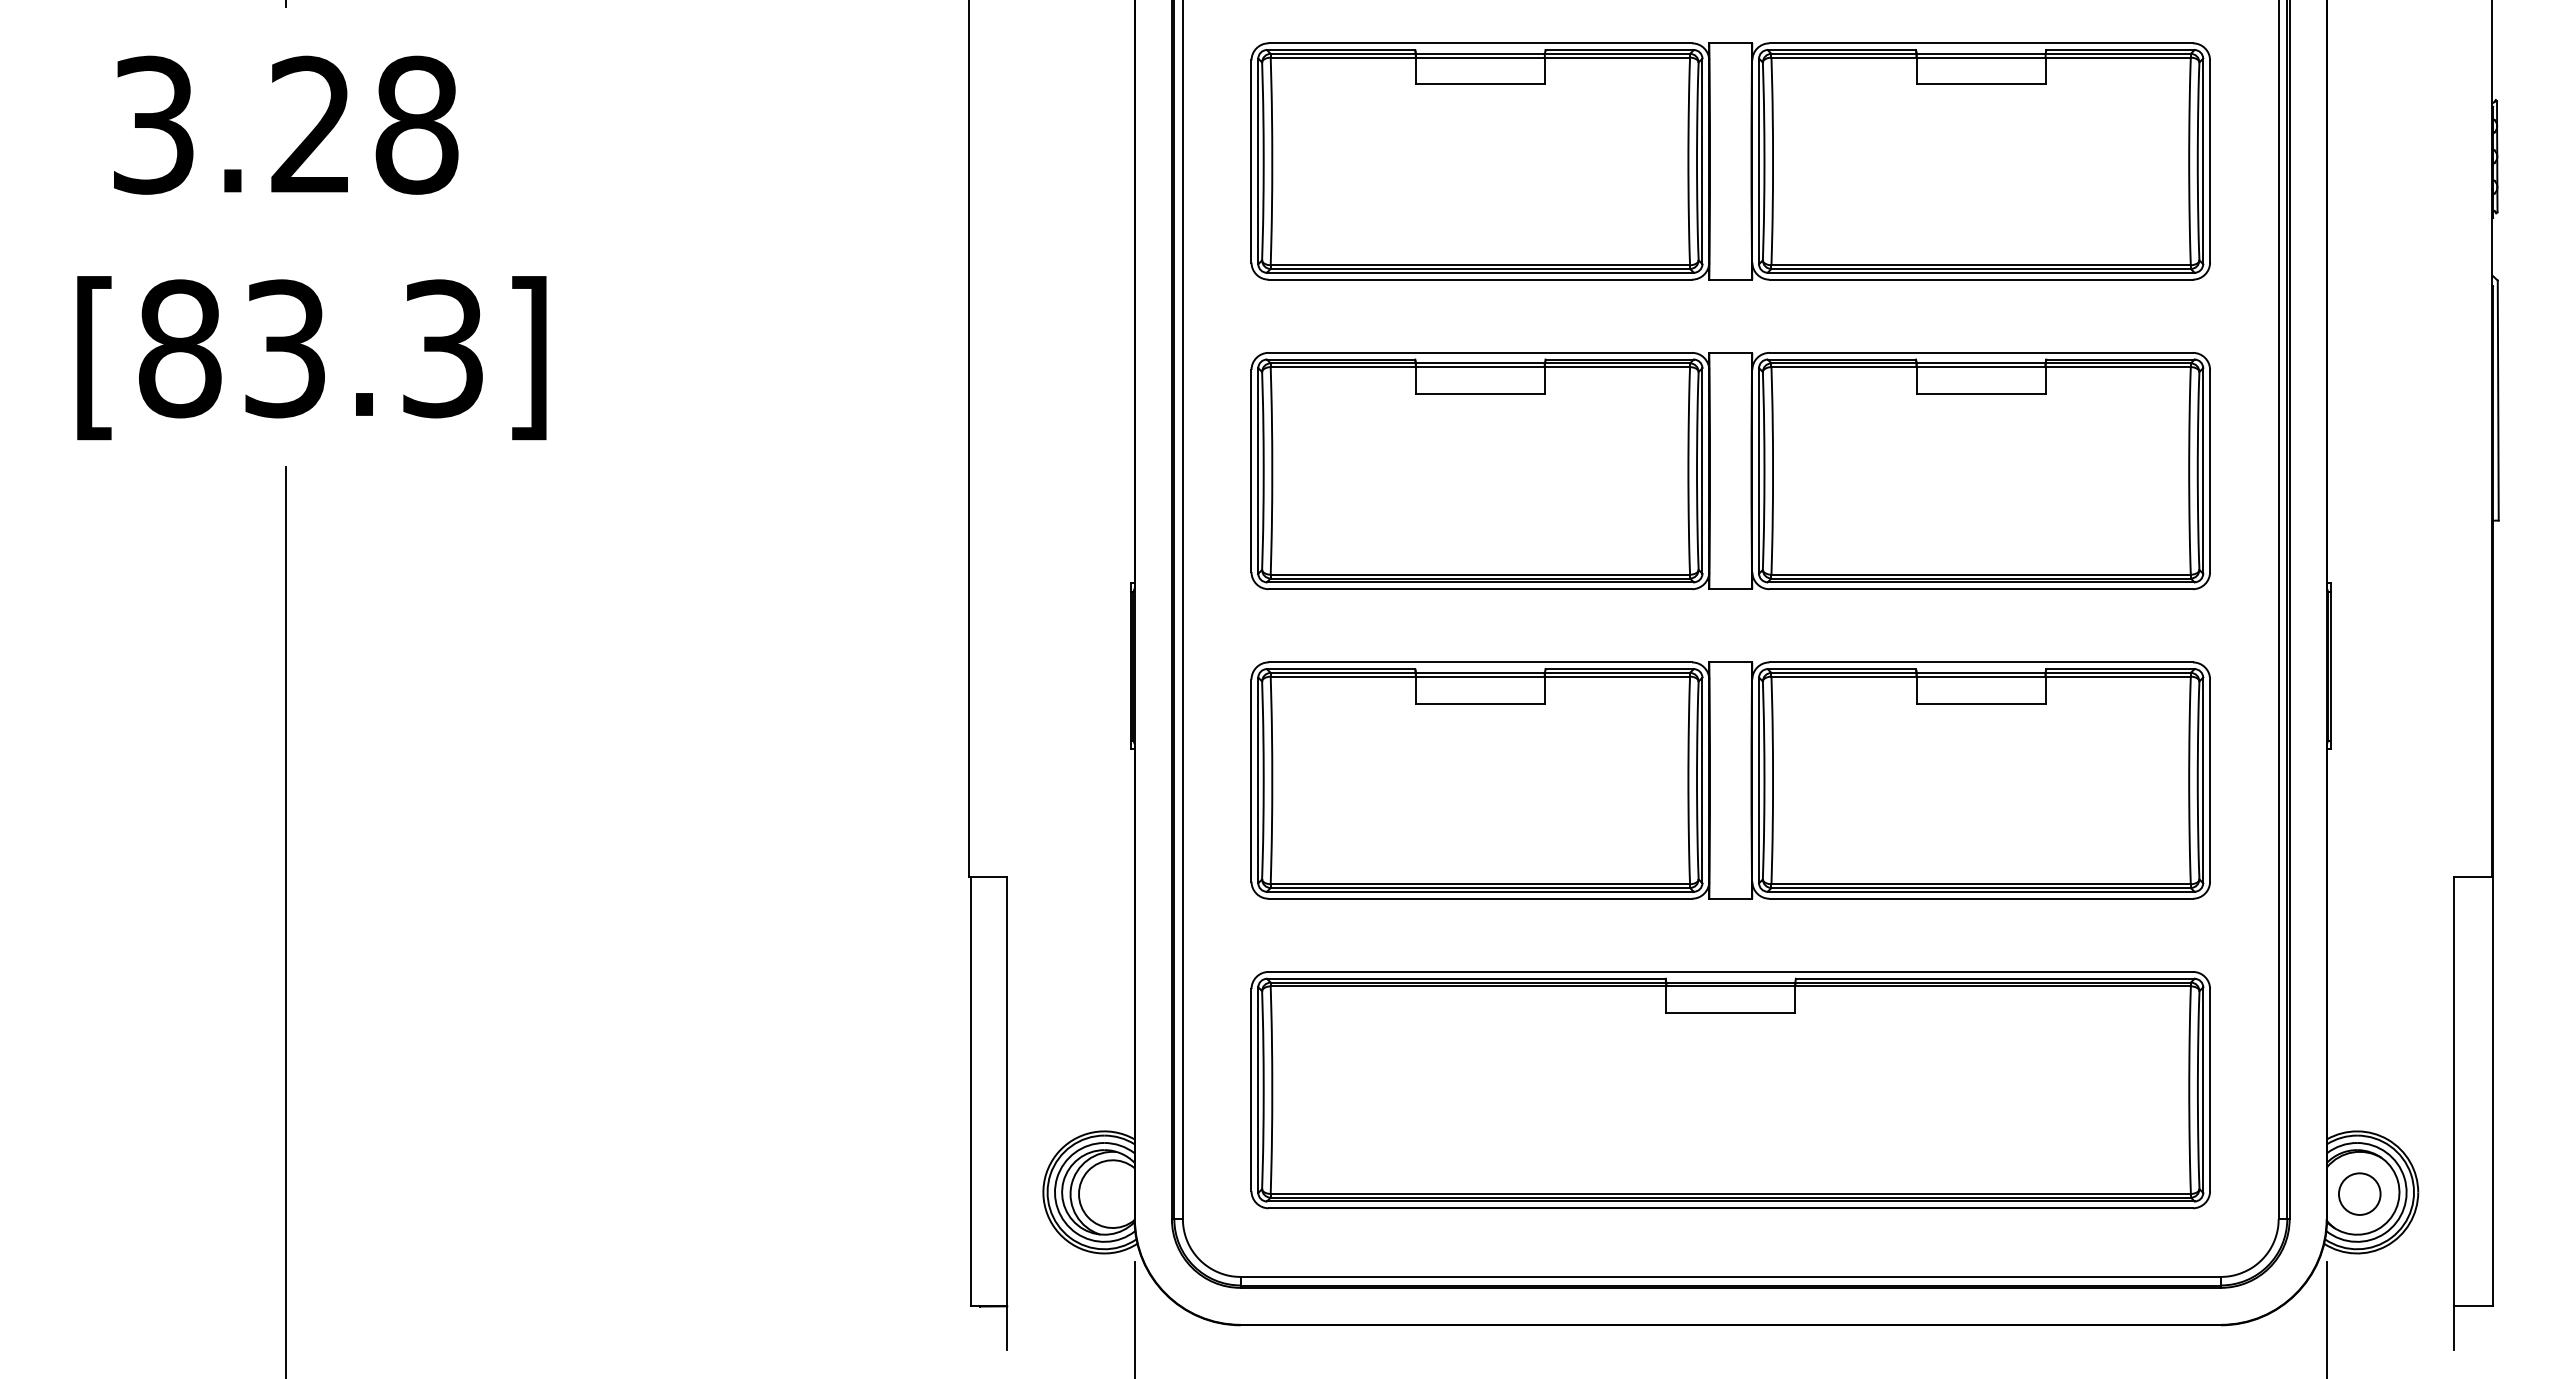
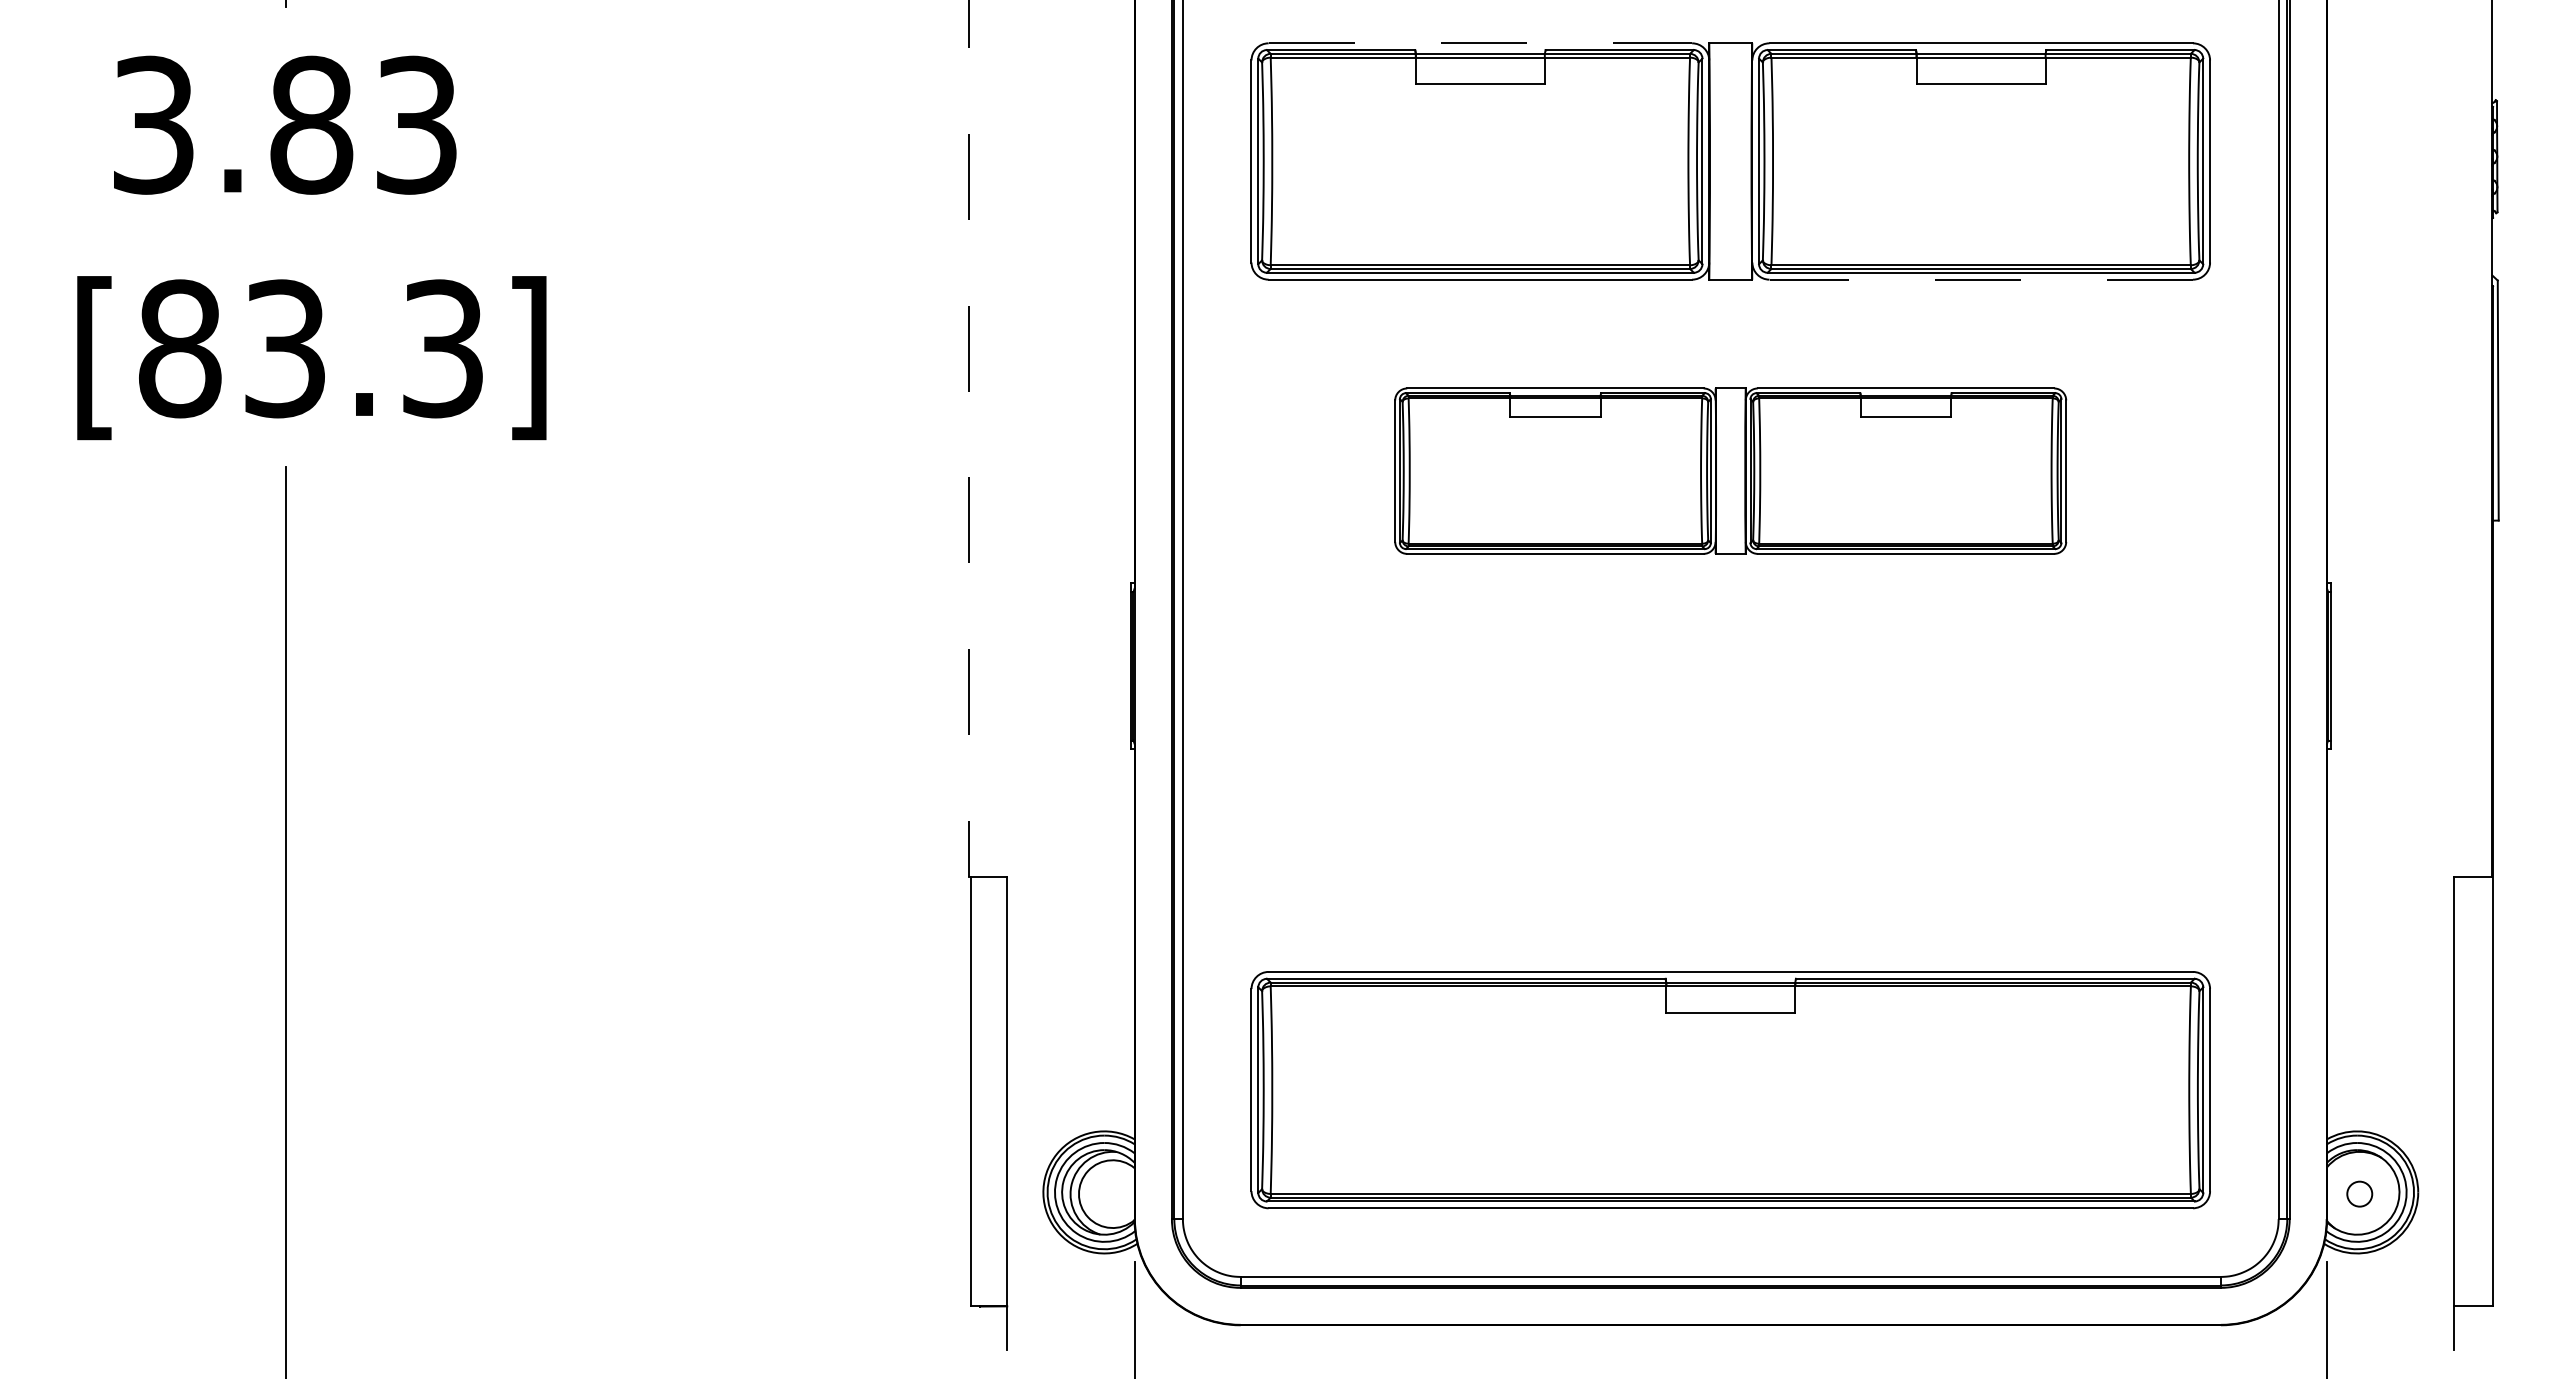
line at (1480, 43): solid -> dashed
text at (364, 124): 3.28 -> 3.83
line at (1981, 279): solid -> dashed
line at (969, 439): solid -> dashed
part at (1730, 471) size: 961x239 px -> 674x168 px
part at (1730, 780): present -> none
circle at (2359, 1193) diameter: 42 px -> 25 px
